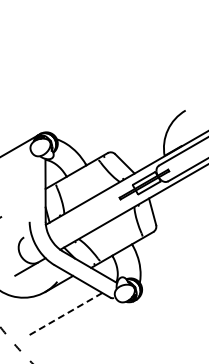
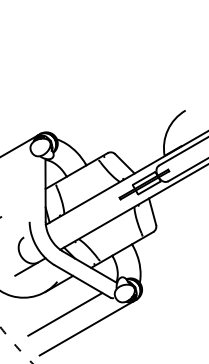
line at (65, 314): dashed -> solid
line at (86, 328): none -> present
